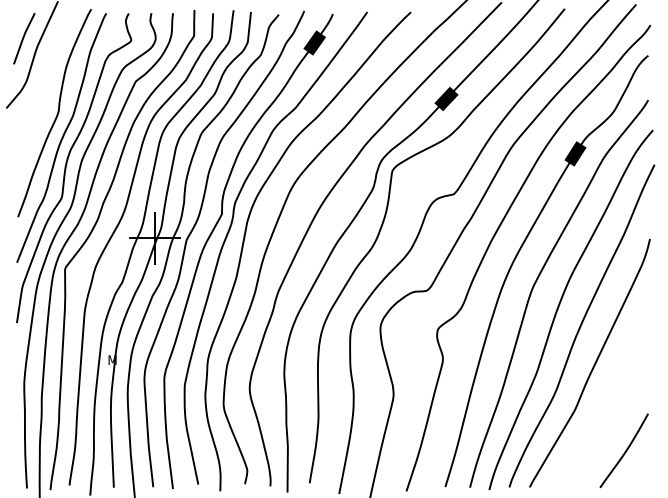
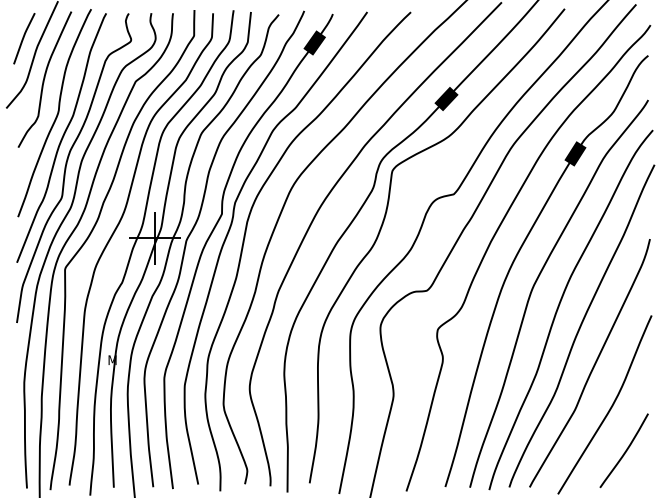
curve at (44, 79): none -> present
curve at (610, 406): none -> present
